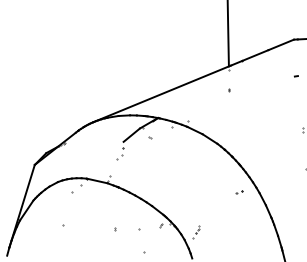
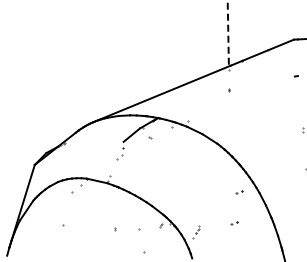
line at (228, 33): solid -> dashed
part at (234, 223): none -> present
